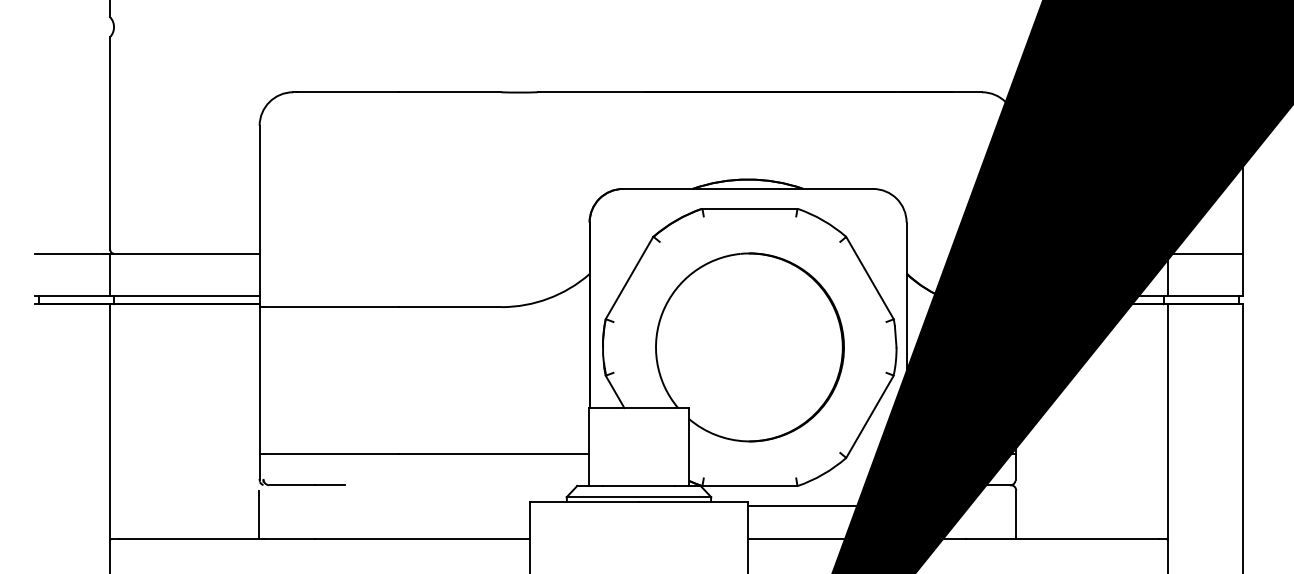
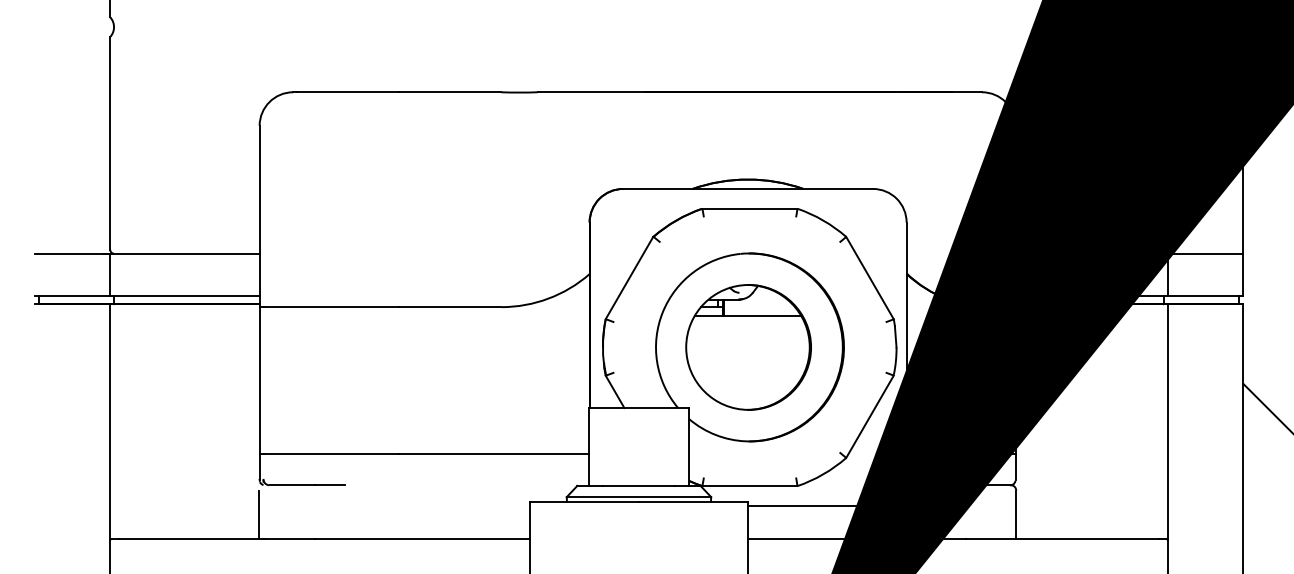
part at (748, 347): none -> present
line at (1266, 407): none -> present
